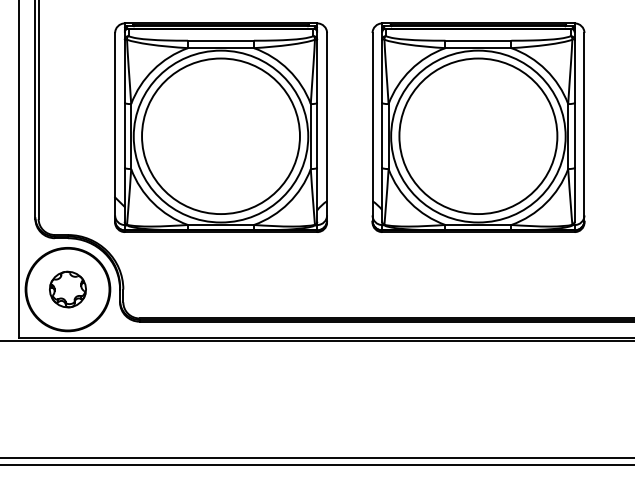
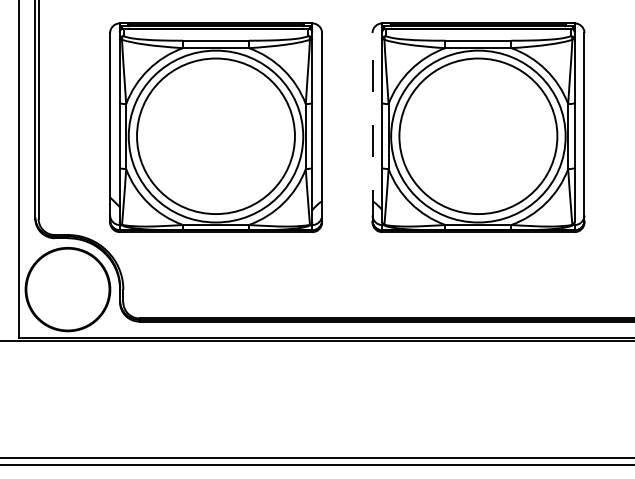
part at (220, 127) position: (220, 127) -> (215, 127)
line at (372, 127): solid -> dashed
part at (67, 289): present -> none
